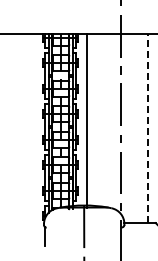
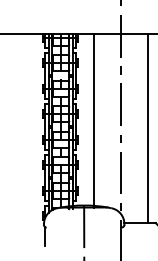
line at (87, 121) position: (87, 121) -> (94, 121)
line at (147, 128): dashed -> solid
